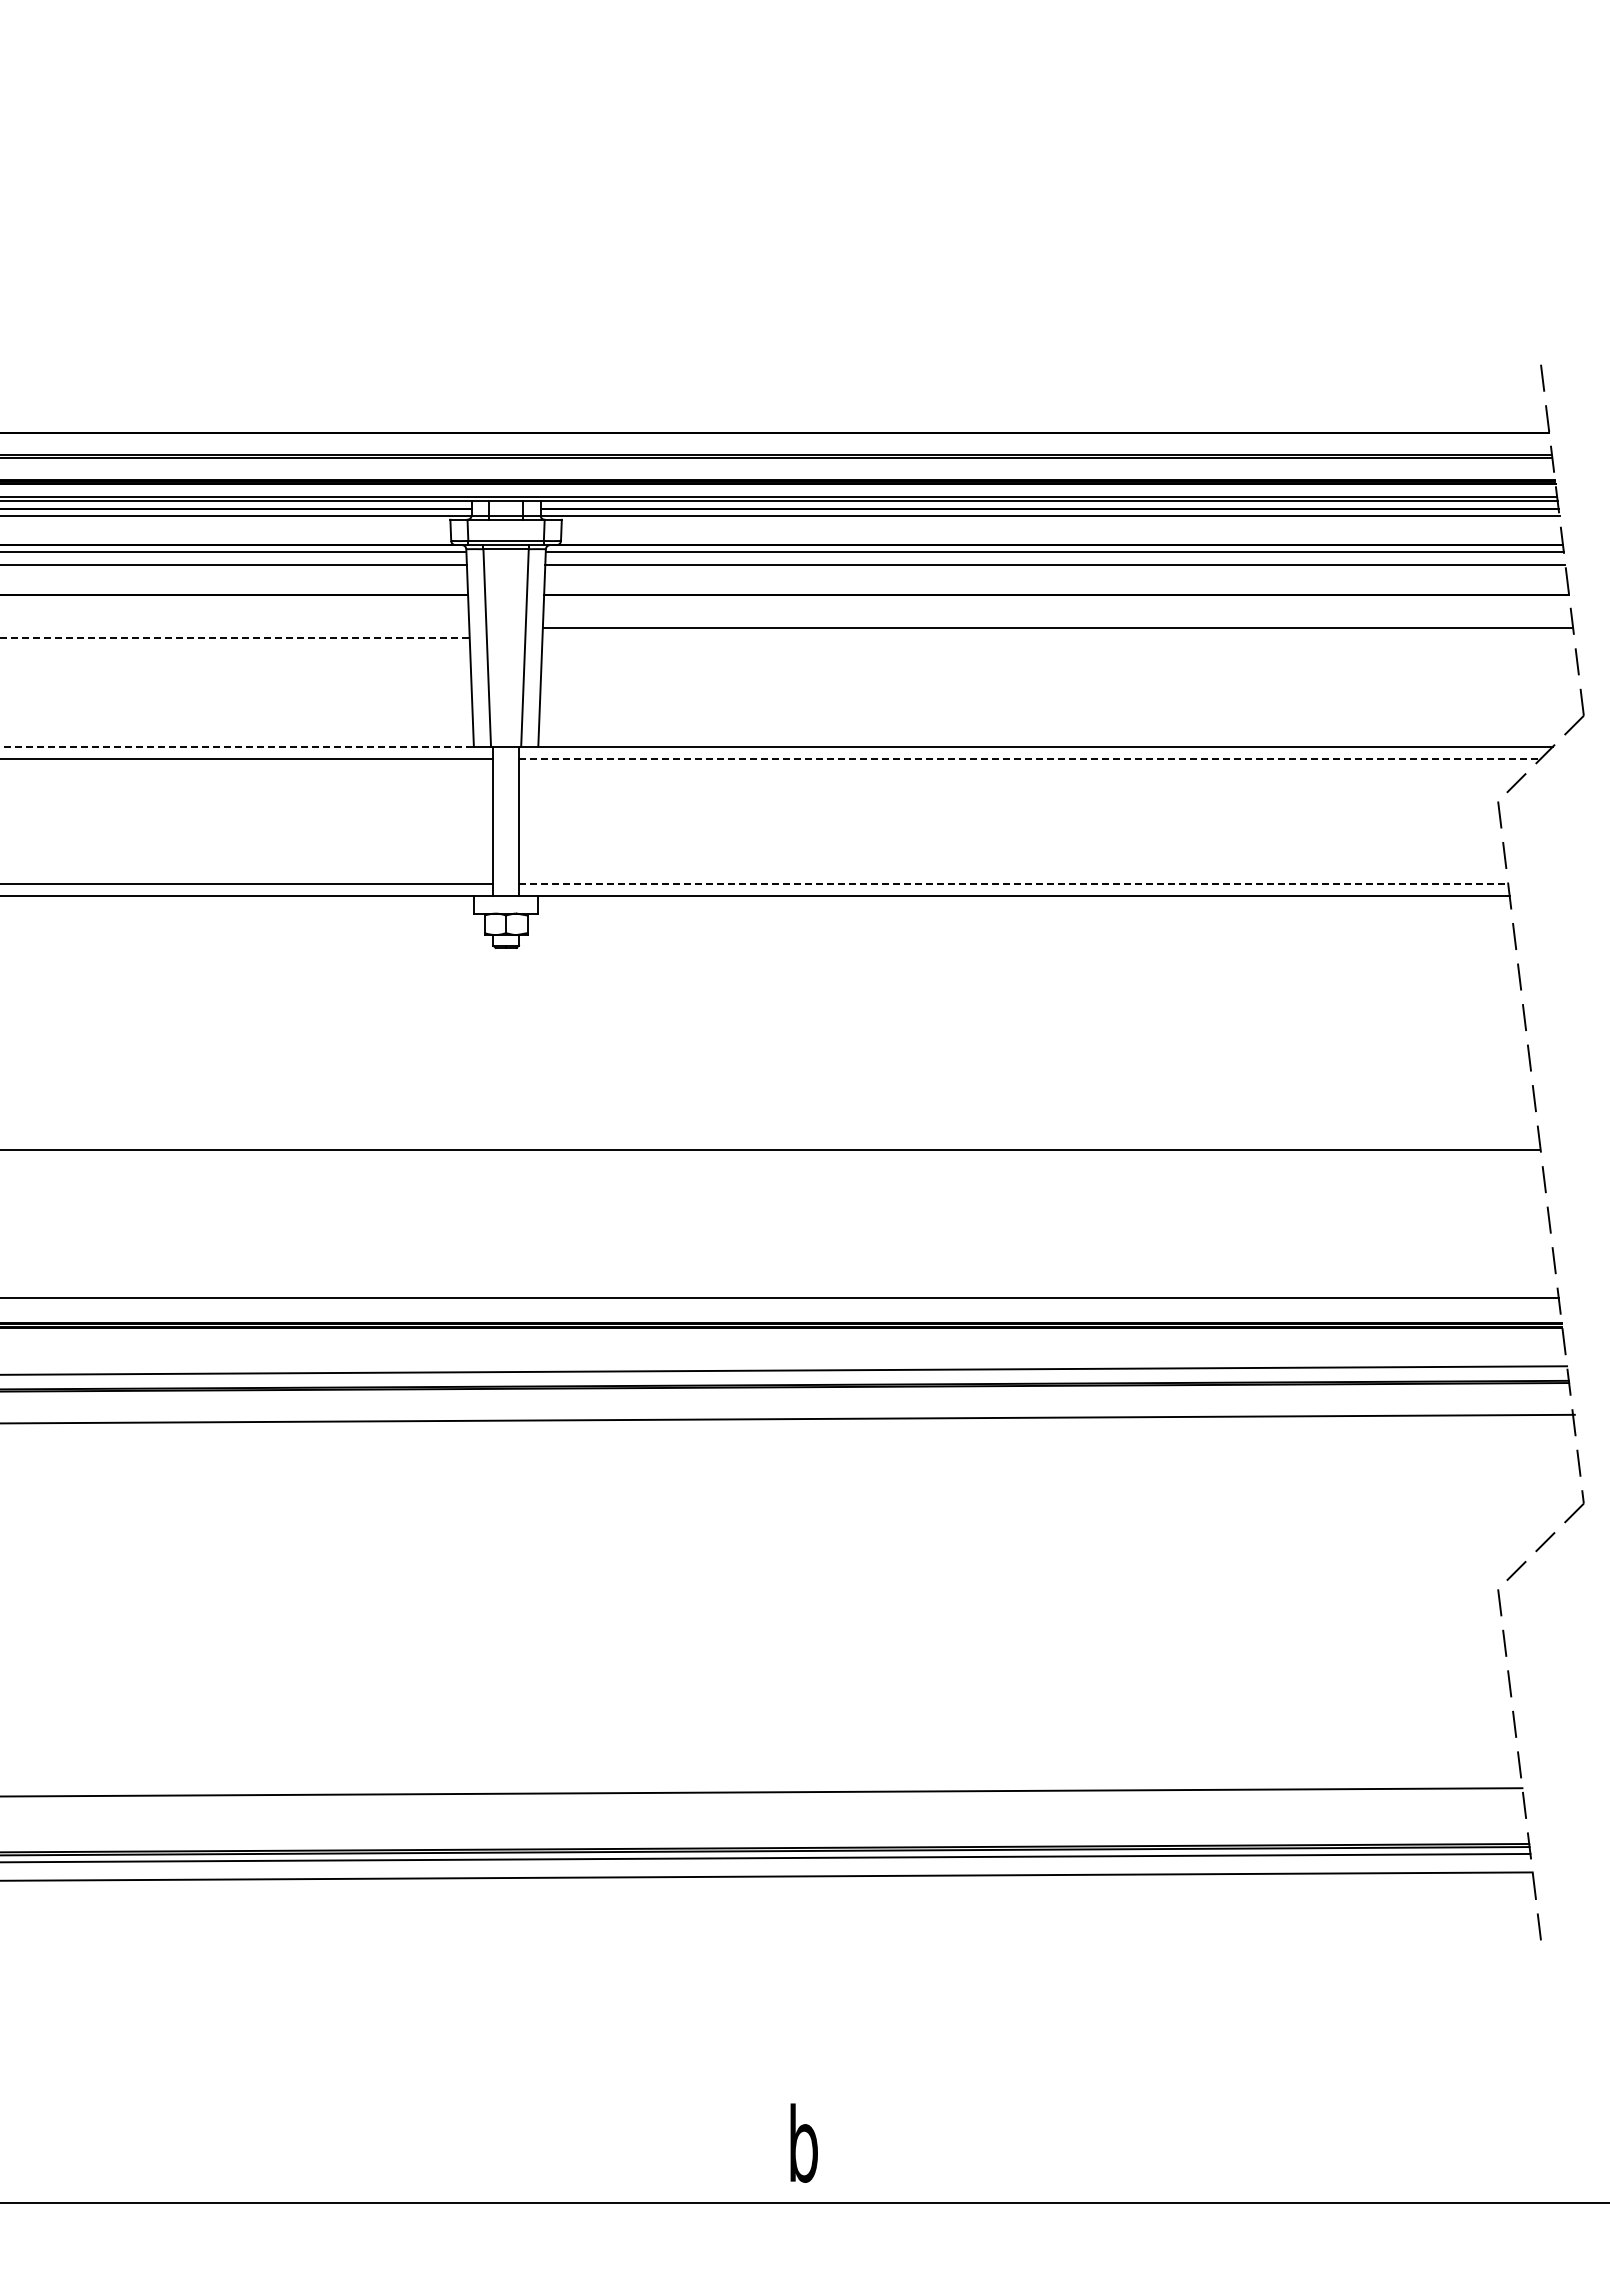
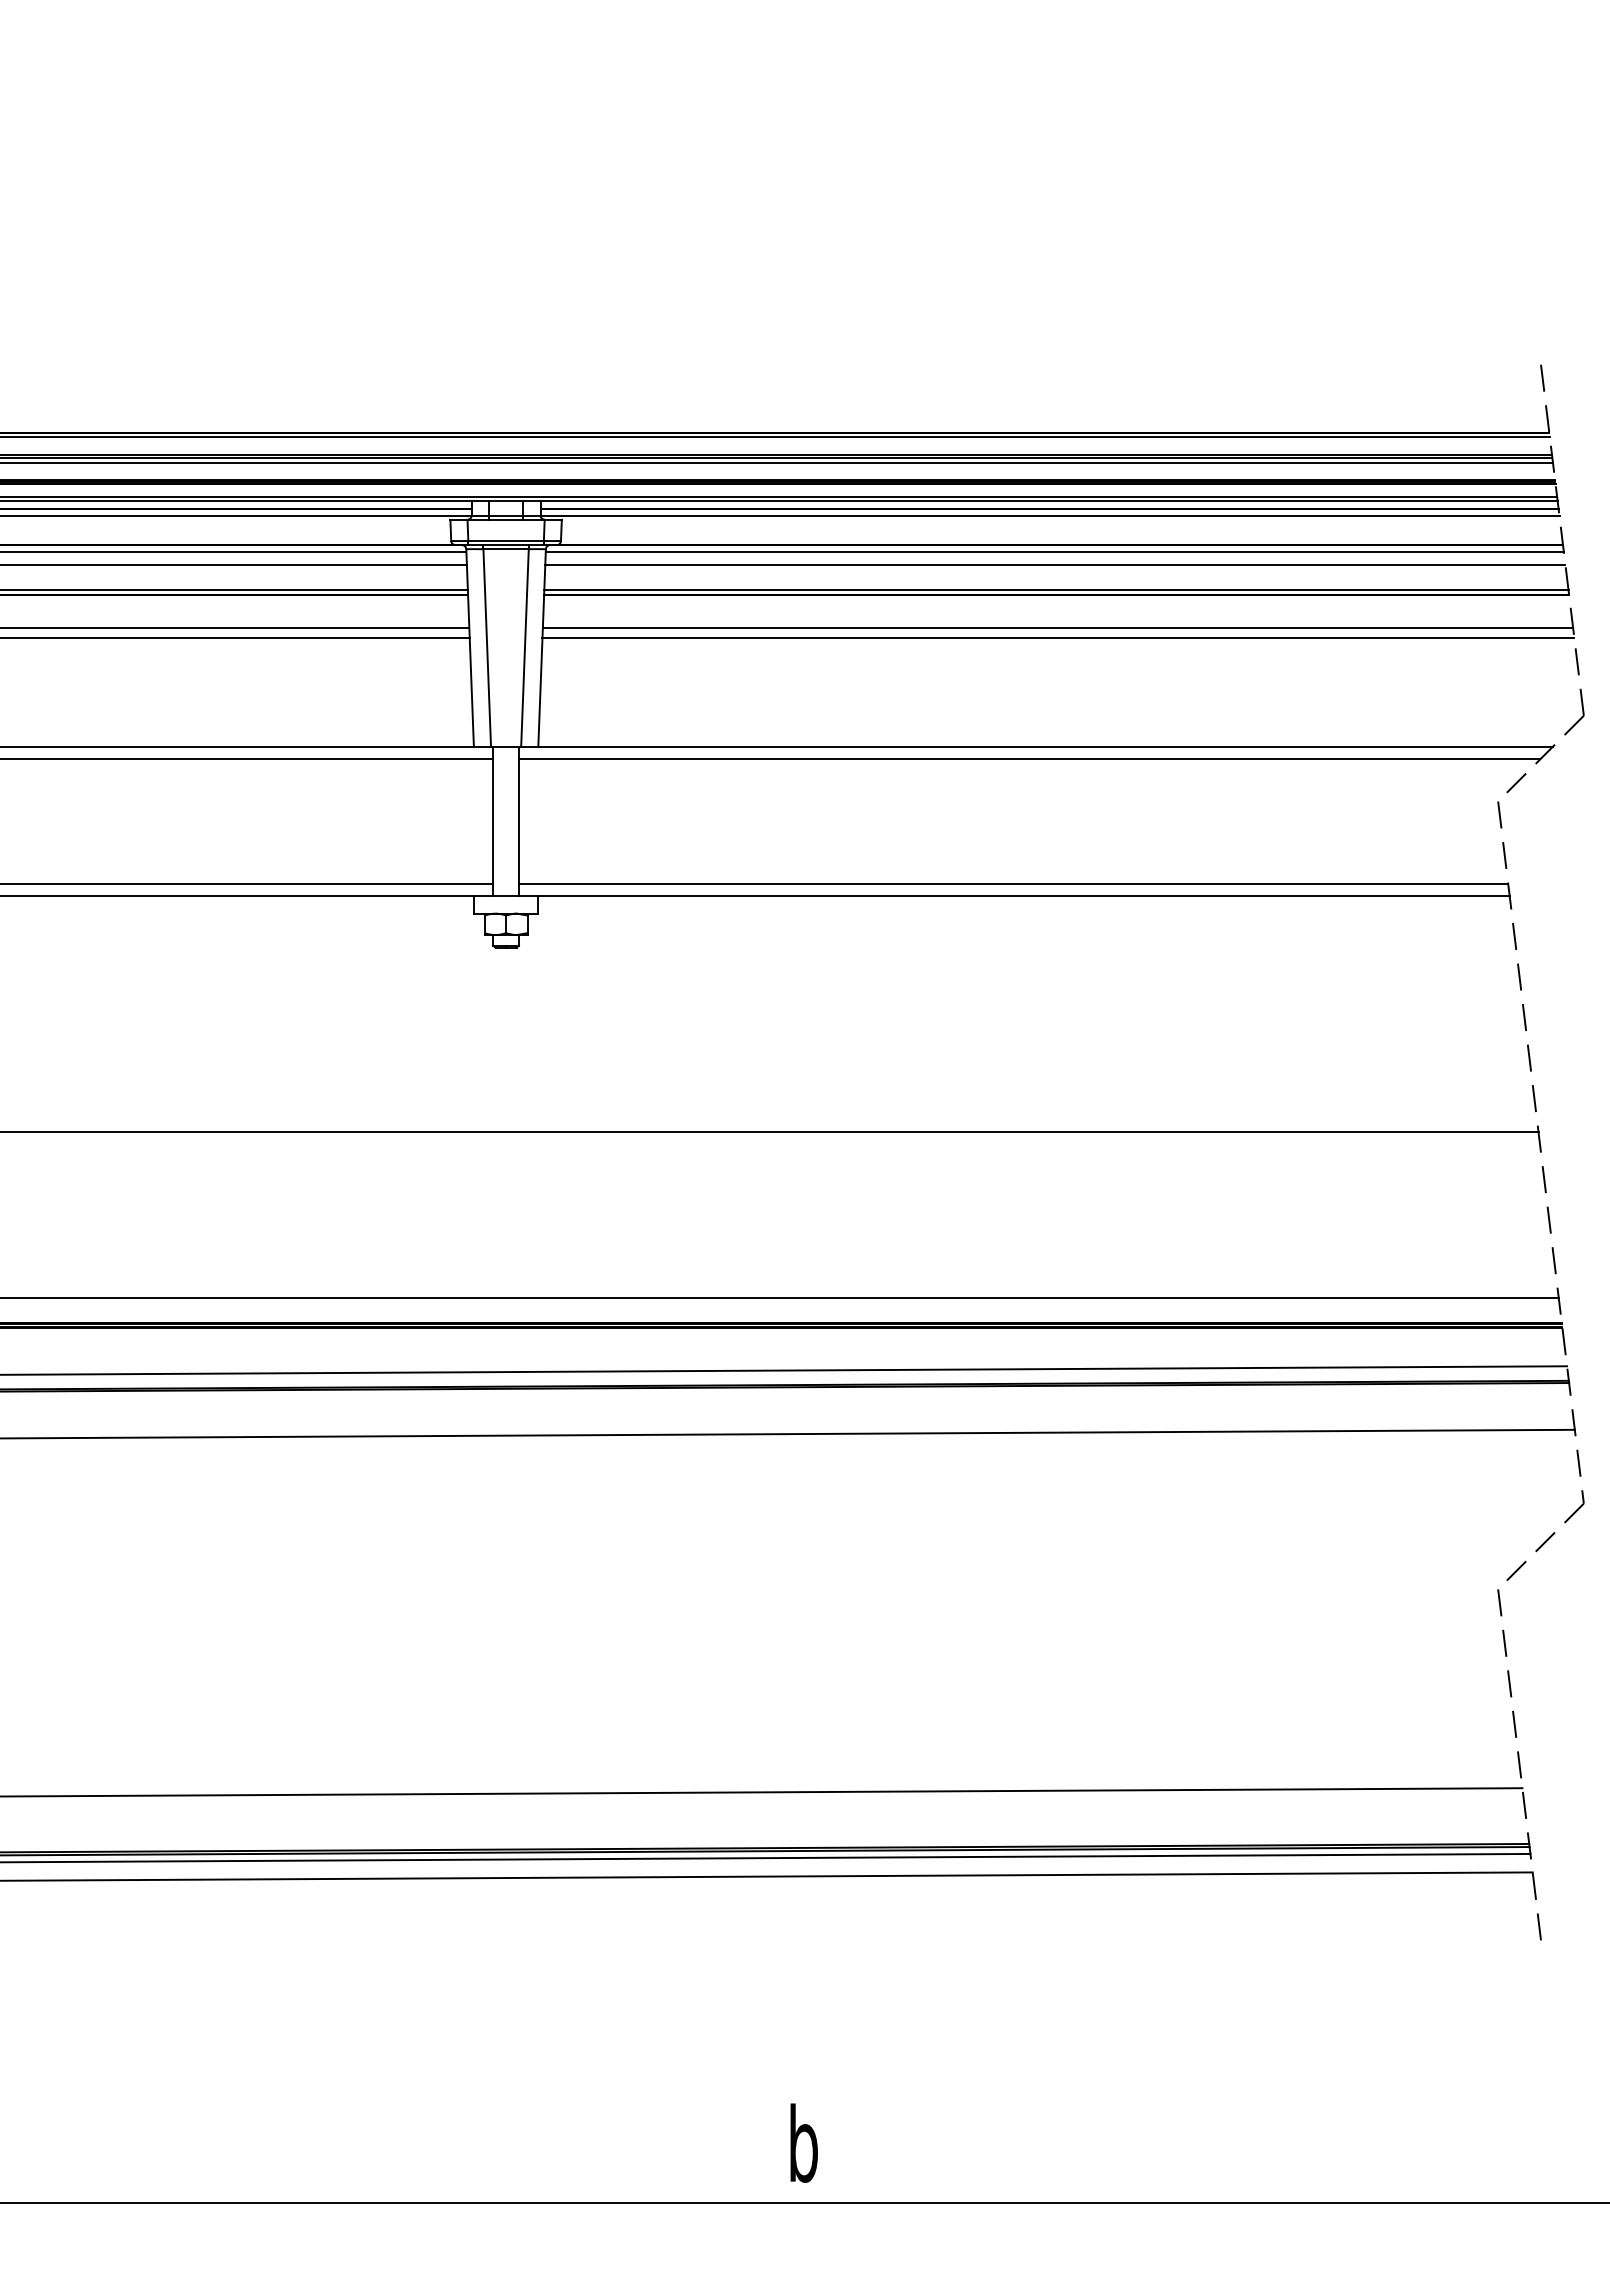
line at (775, 437): none -> present
line at (777, 462): none -> present
line at (234, 590): none -> present
line at (1056, 590): none -> present
line at (235, 627): none -> present
line at (235, 638): dashed -> solid
line at (1058, 638): none -> present
line at (237, 746): dashed -> solid
line at (1029, 759): dashed -> solid
line at (1013, 883): dashed -> solid
line at (770, 1150) position: (770, 1150) -> (770, 1132)
line at (788, 1418) position: (788, 1418) -> (788, 1433)
